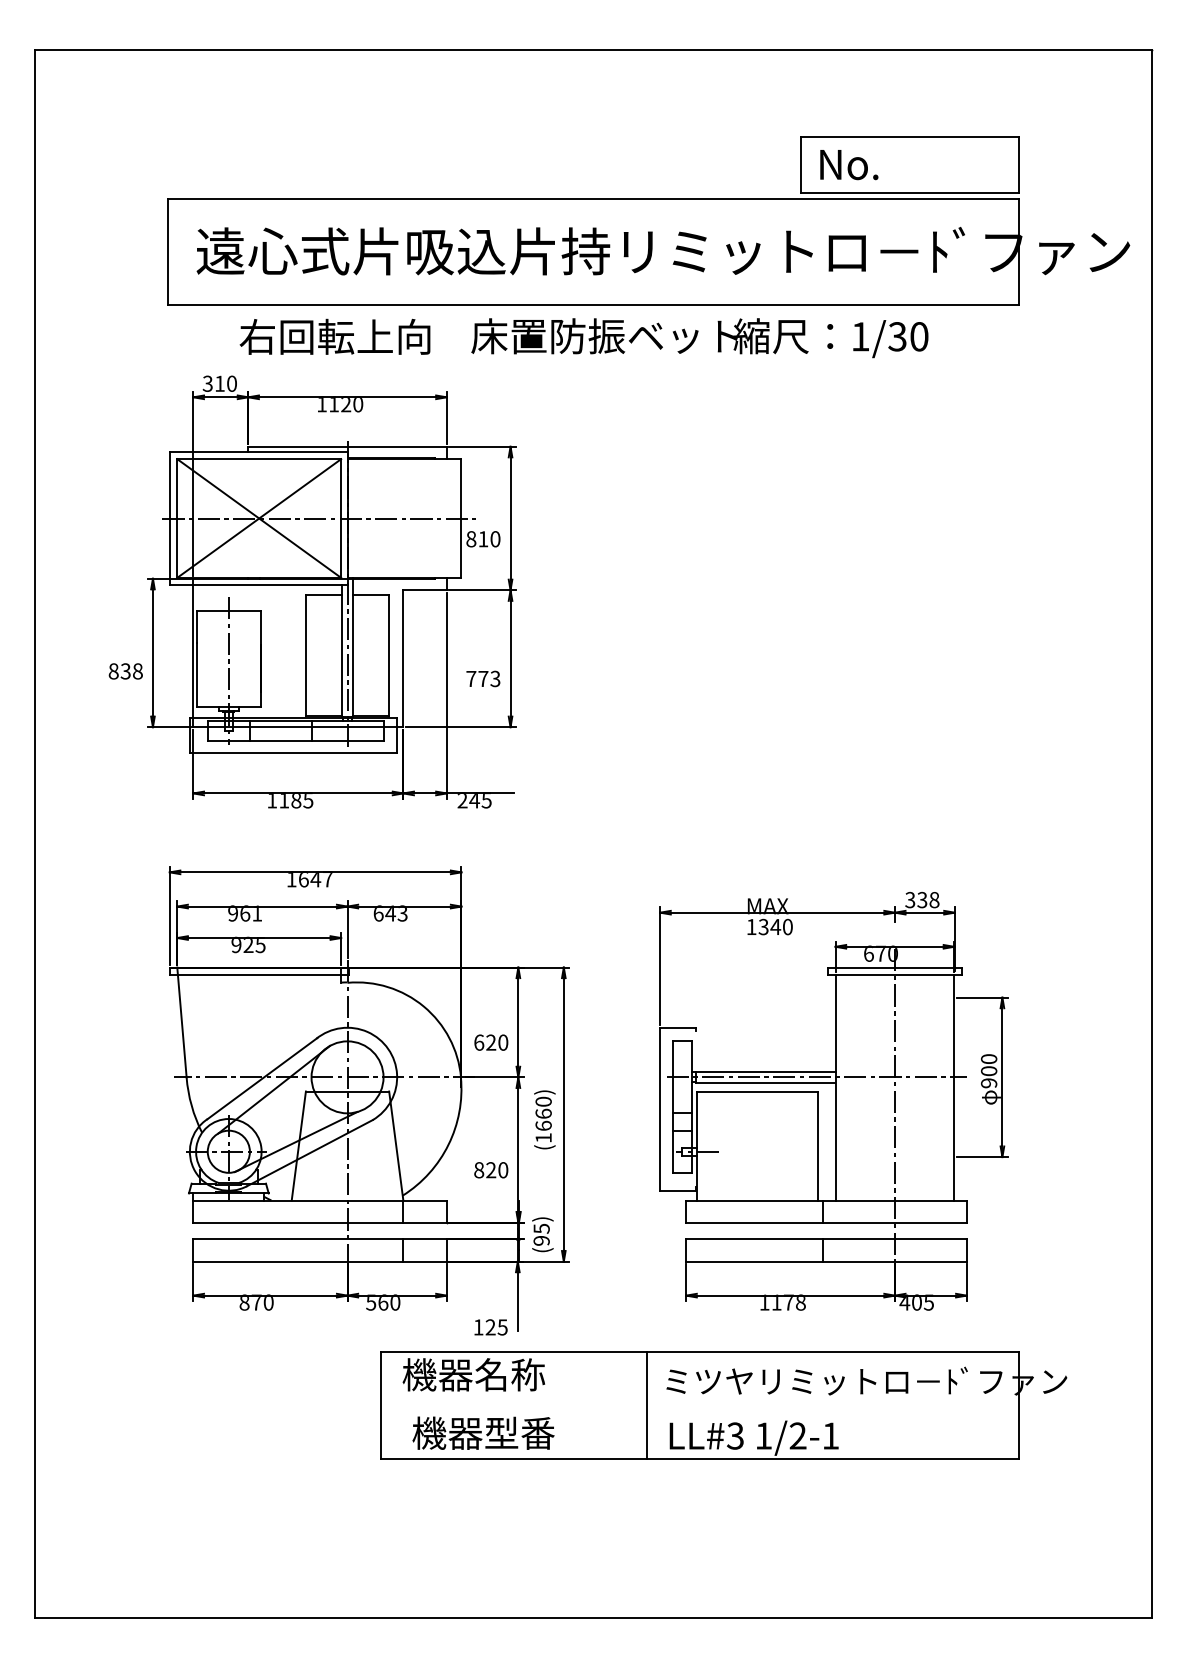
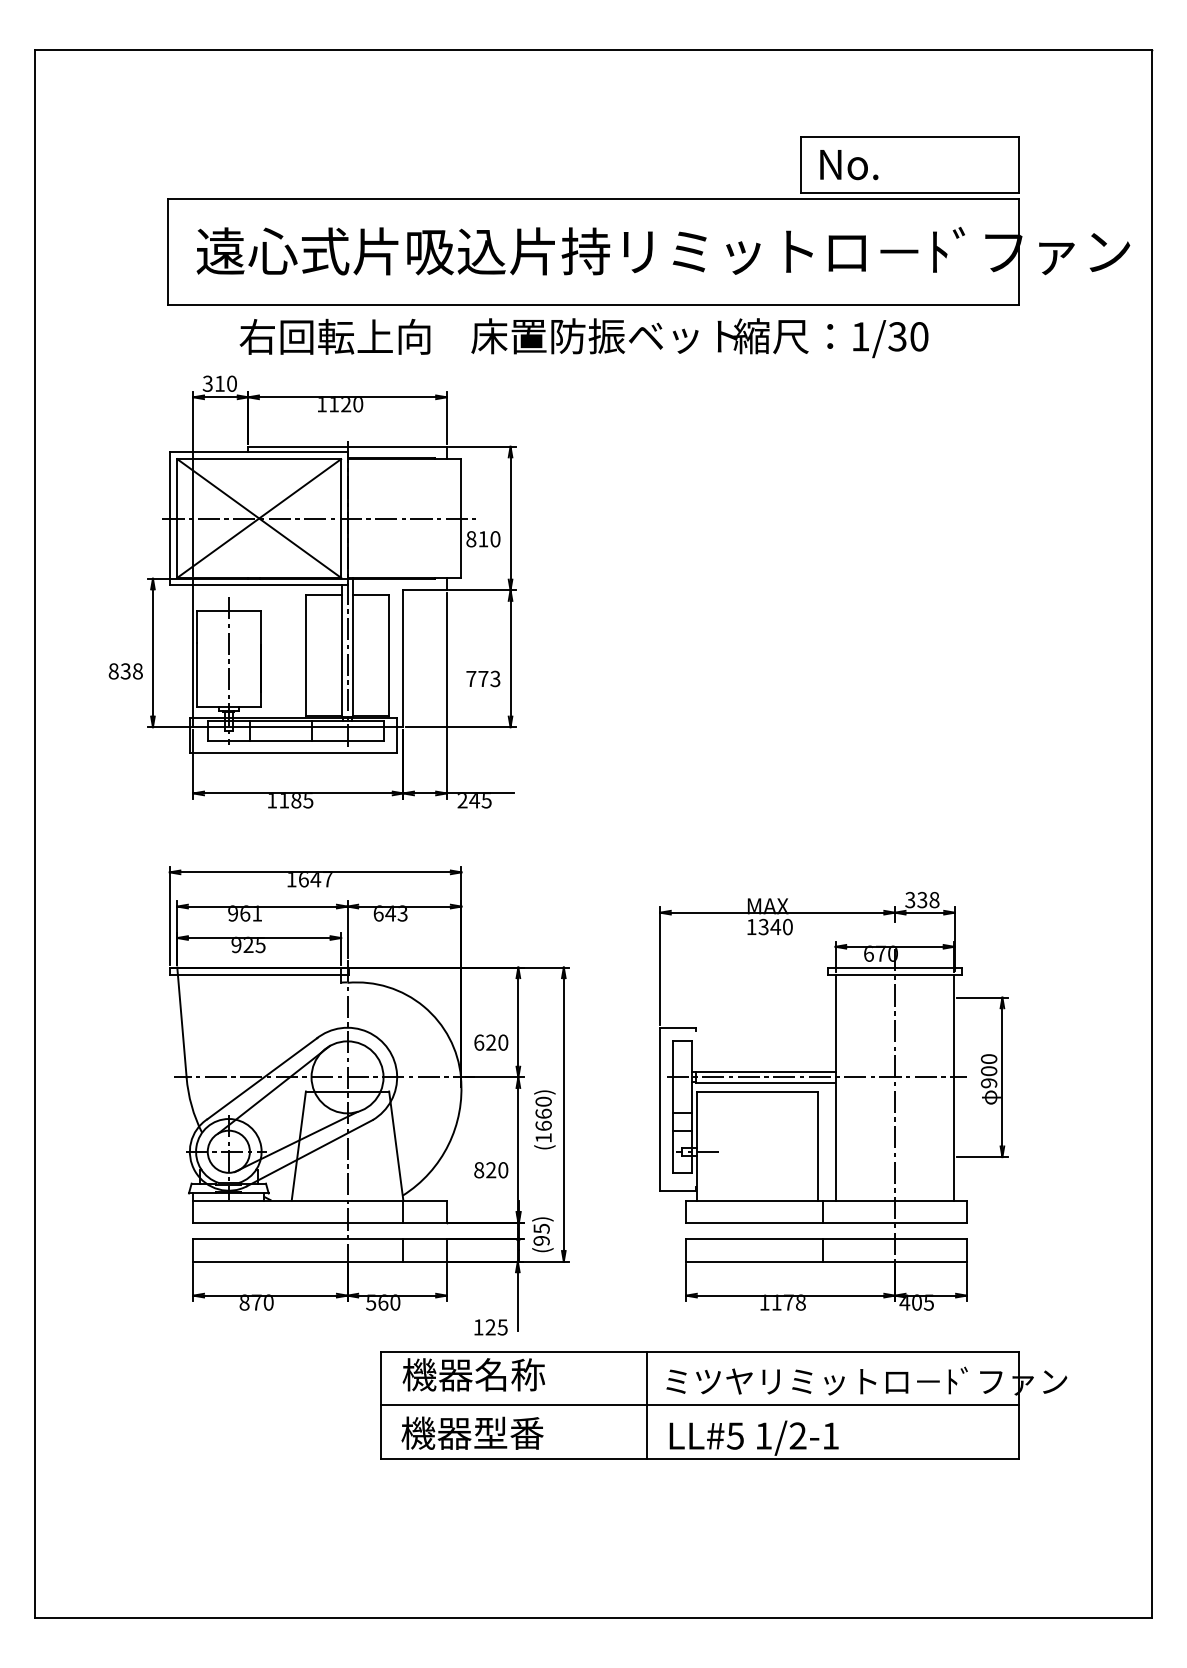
line at (699, 1405): none -> present
text at (483, 1432) position: (483, 1432) -> (472, 1432)
text at (735, 1435): LL#3 -> LL#5
